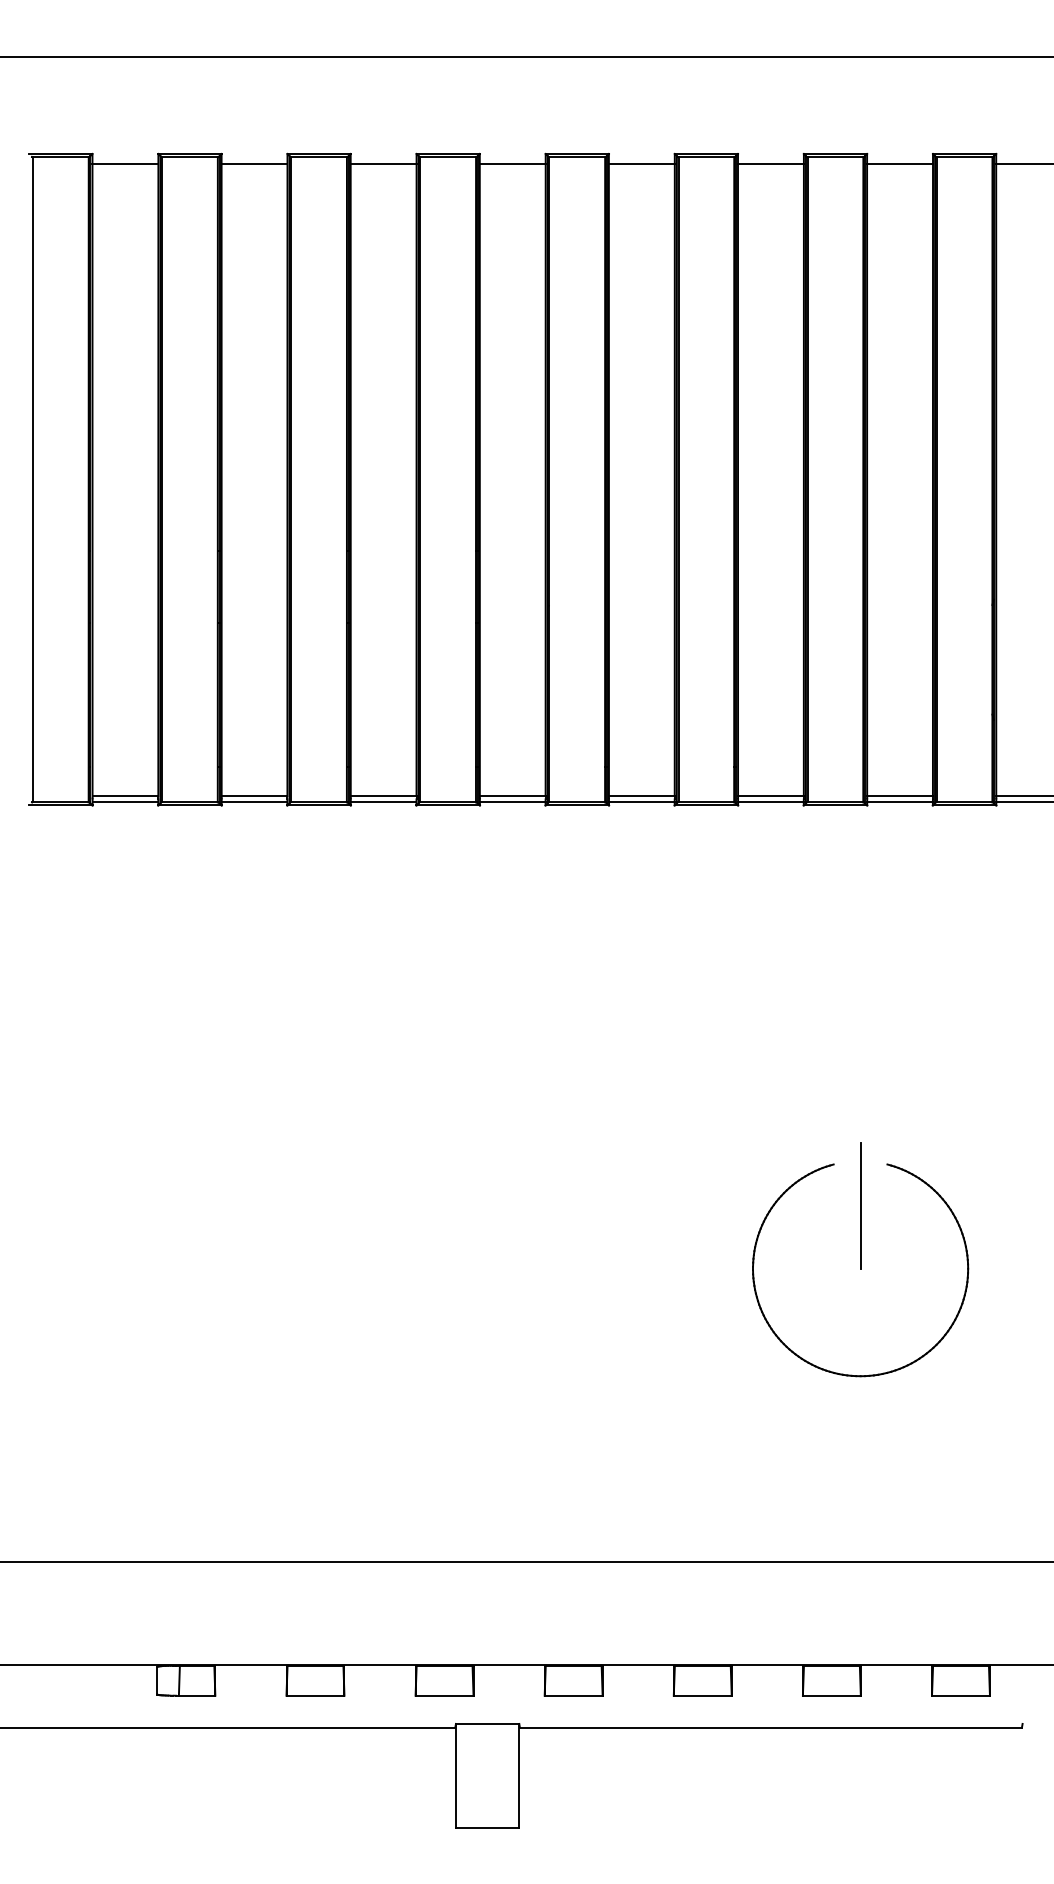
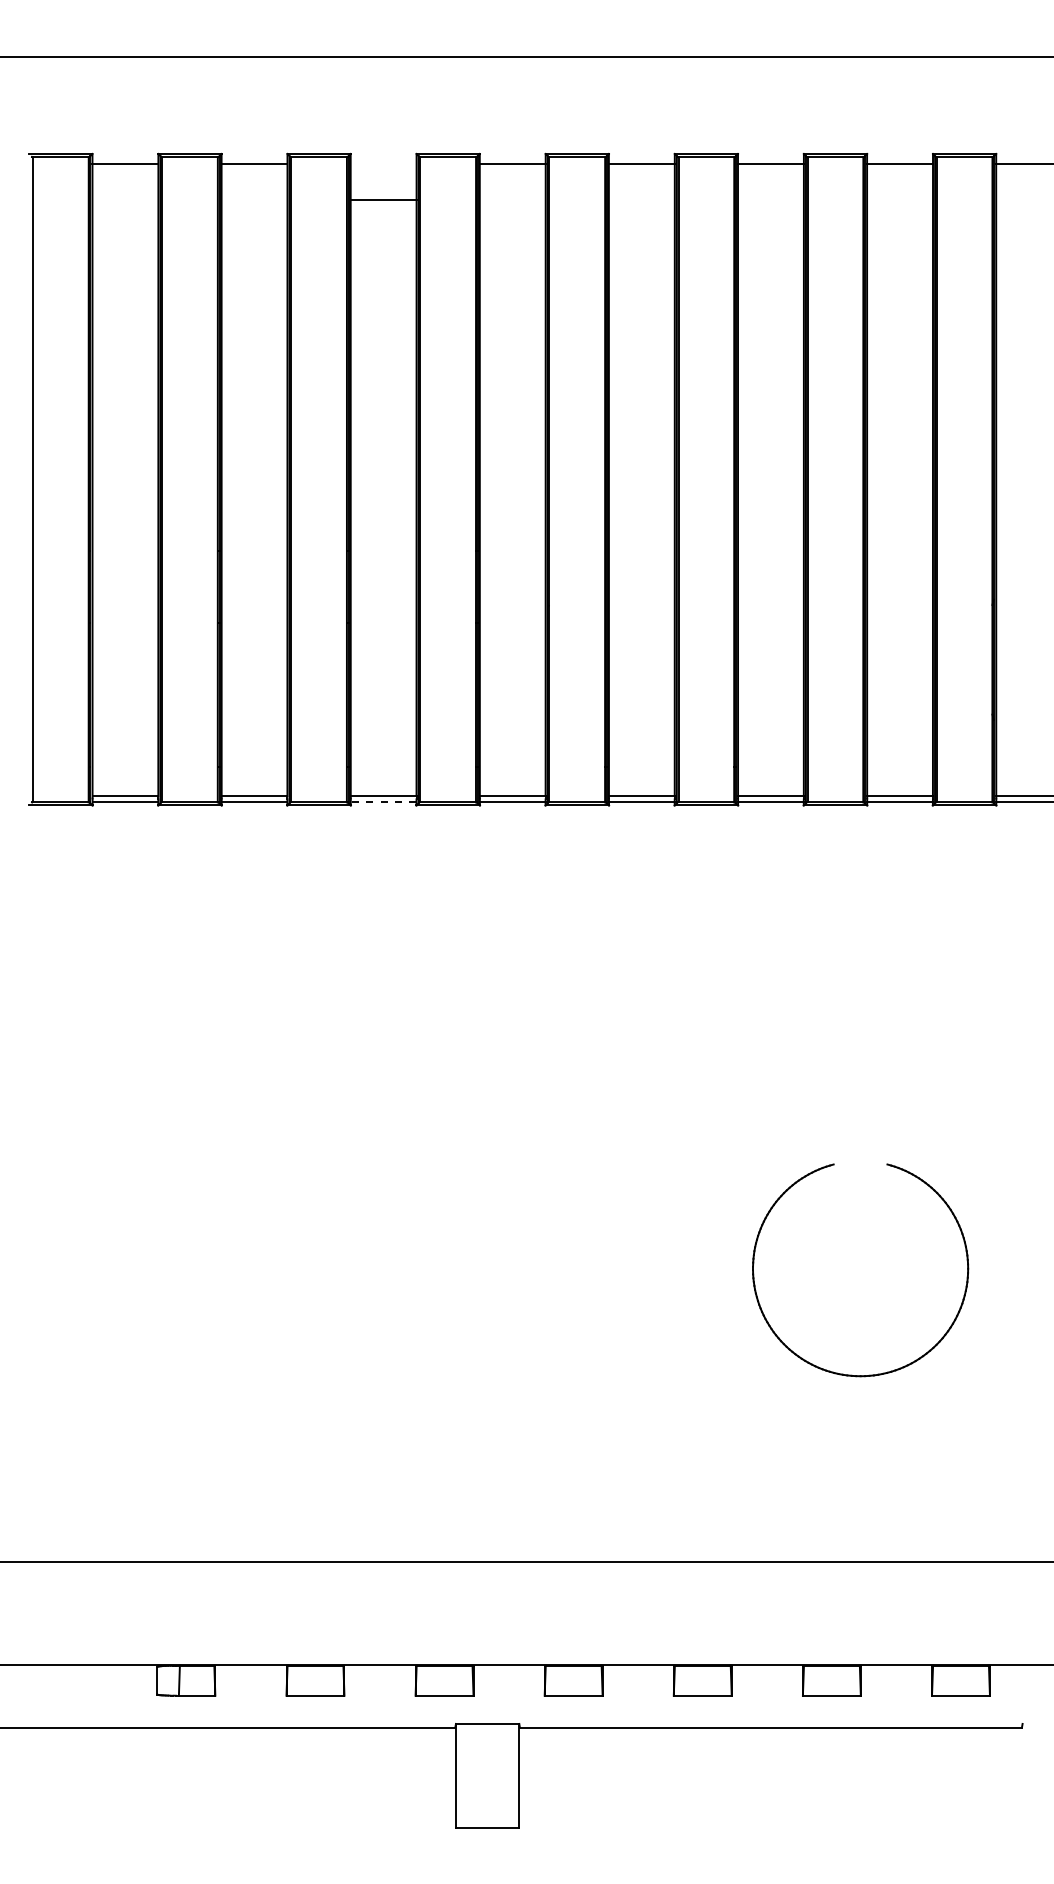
line at (383, 164) position: (383, 164) -> (383, 200)
line at (383, 802): solid -> dashed
line at (860, 1205): present -> none
